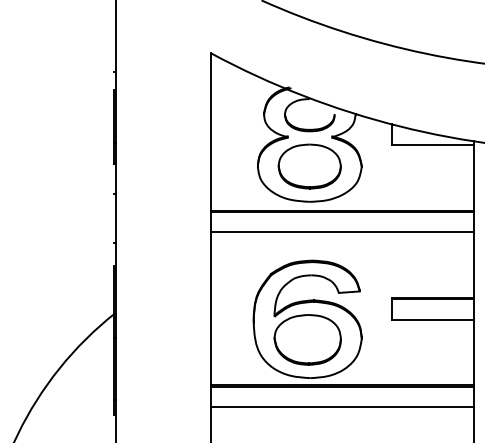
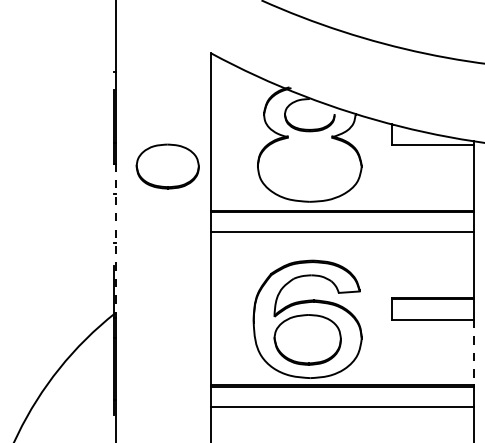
part at (309, 166) position: (309, 166) -> (167, 166)
line at (115, 241): solid -> dashed
line at (474, 352): solid -> dashed
